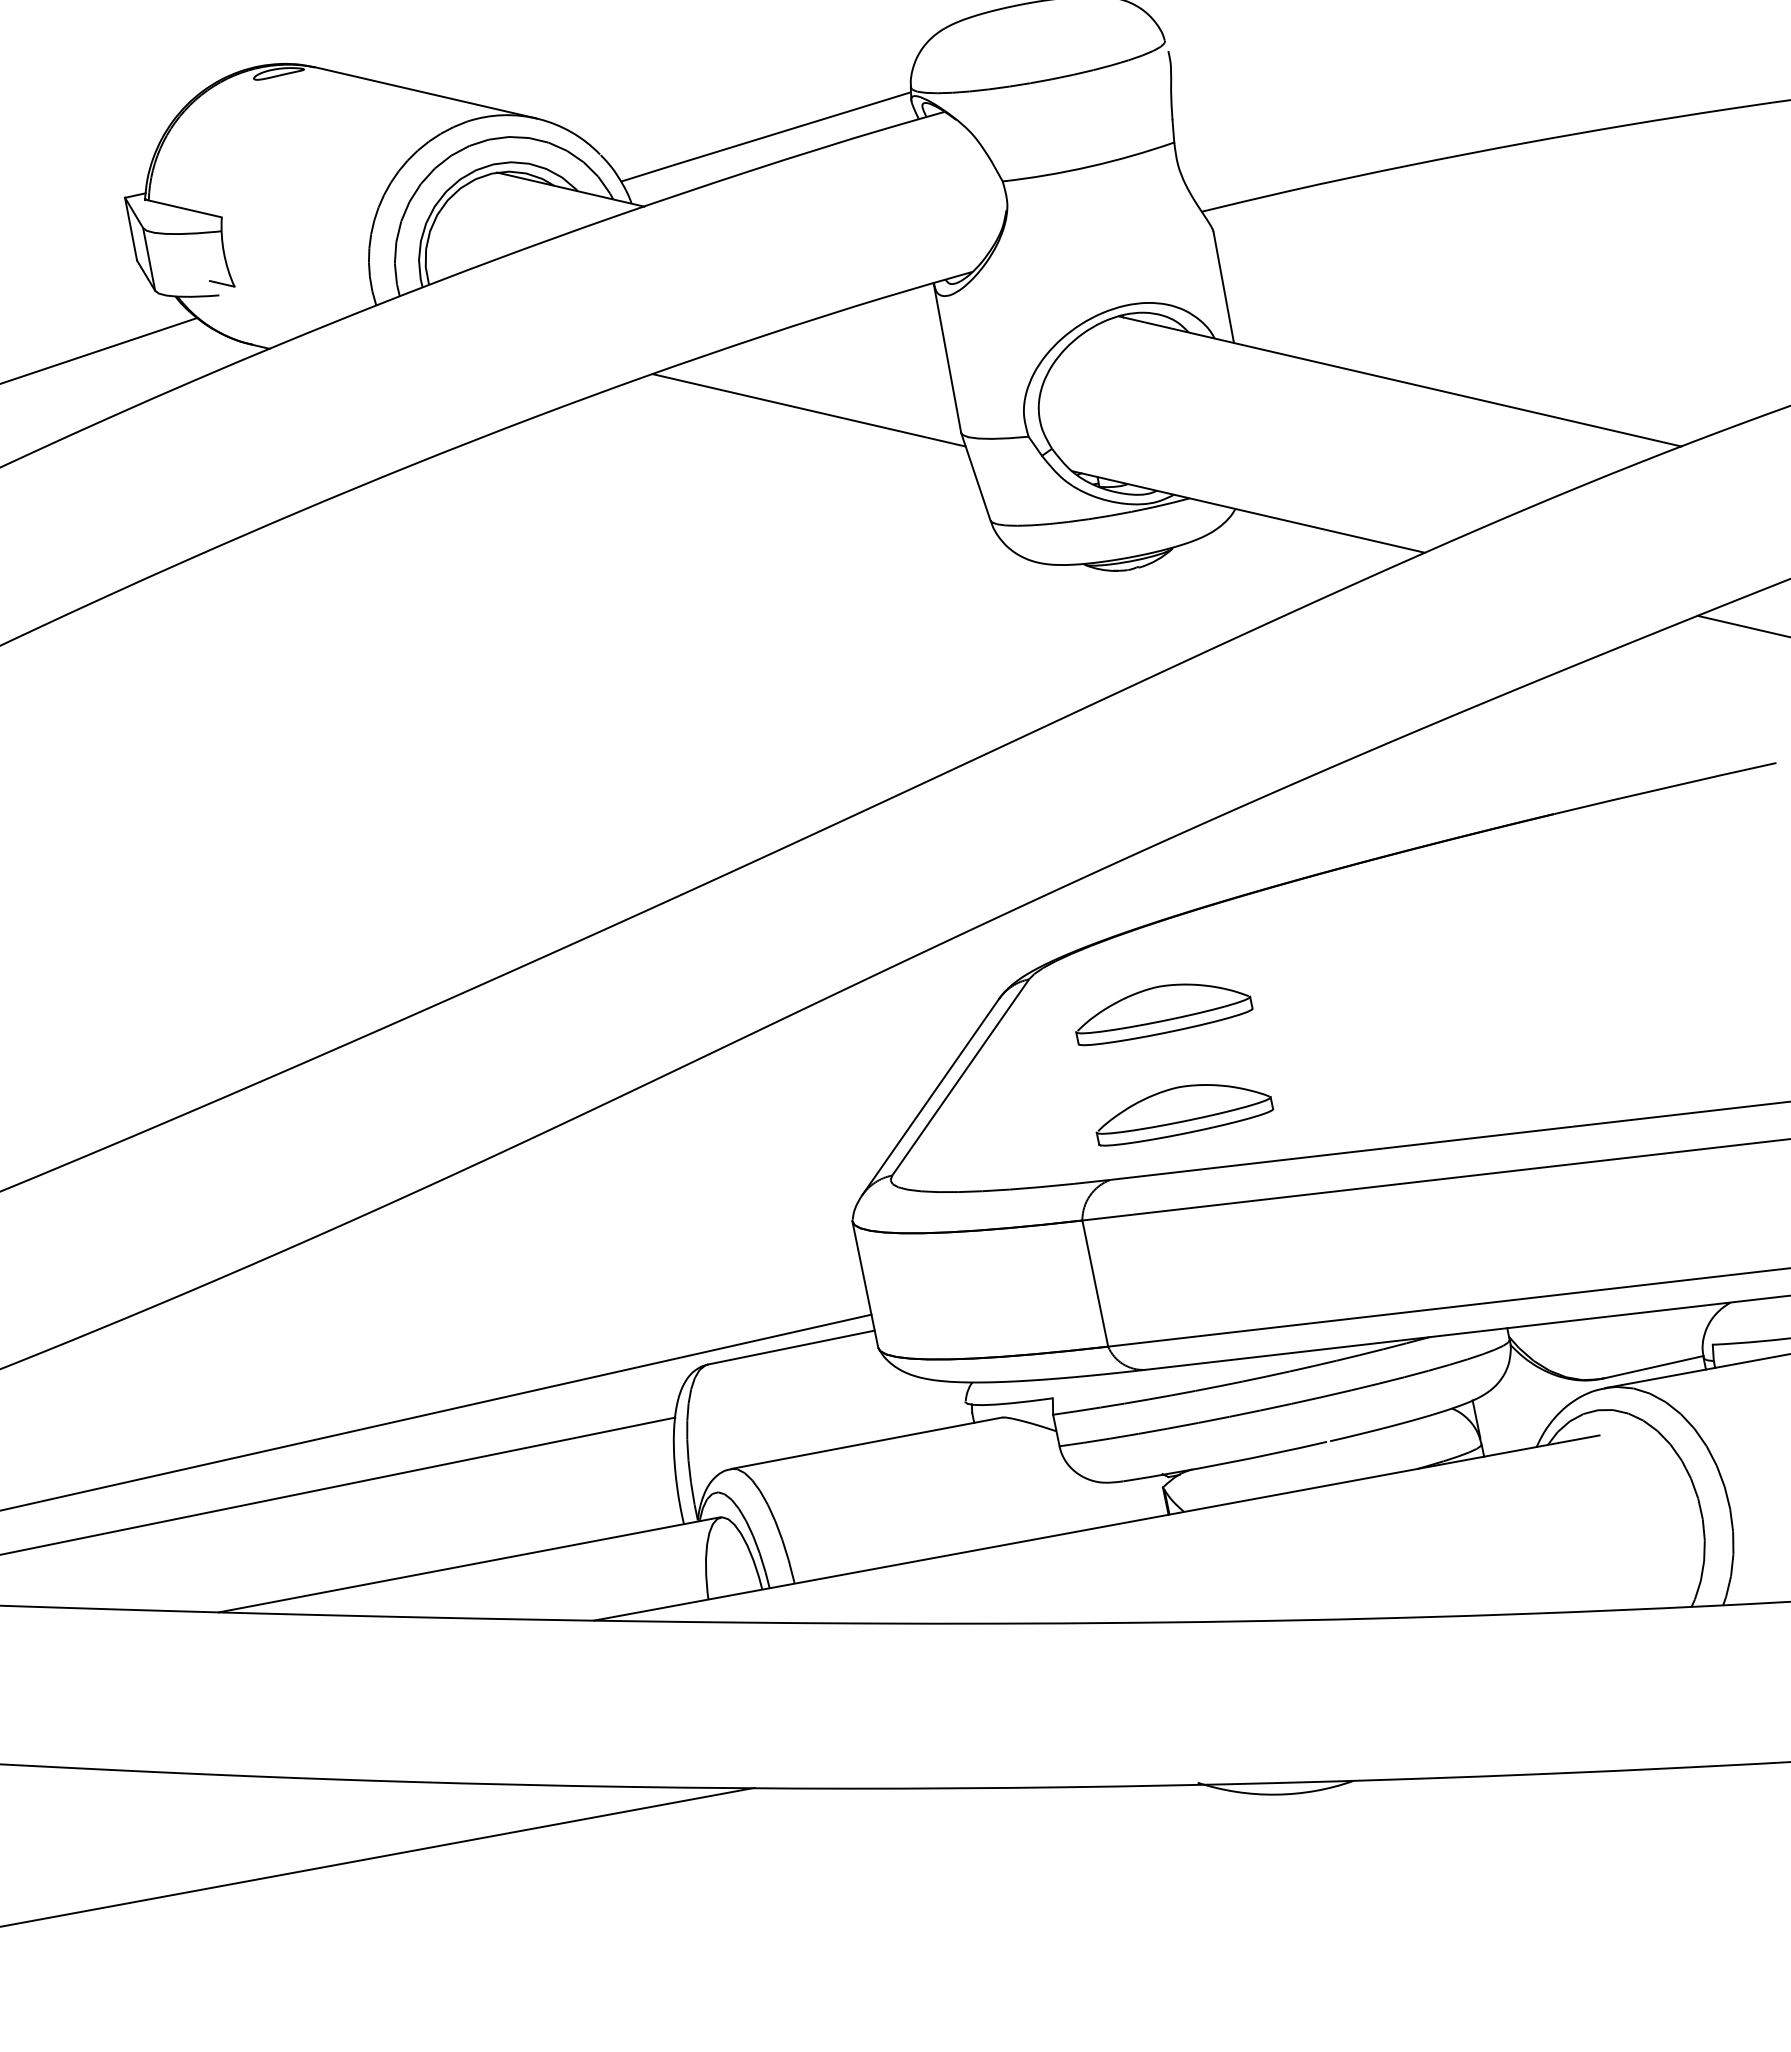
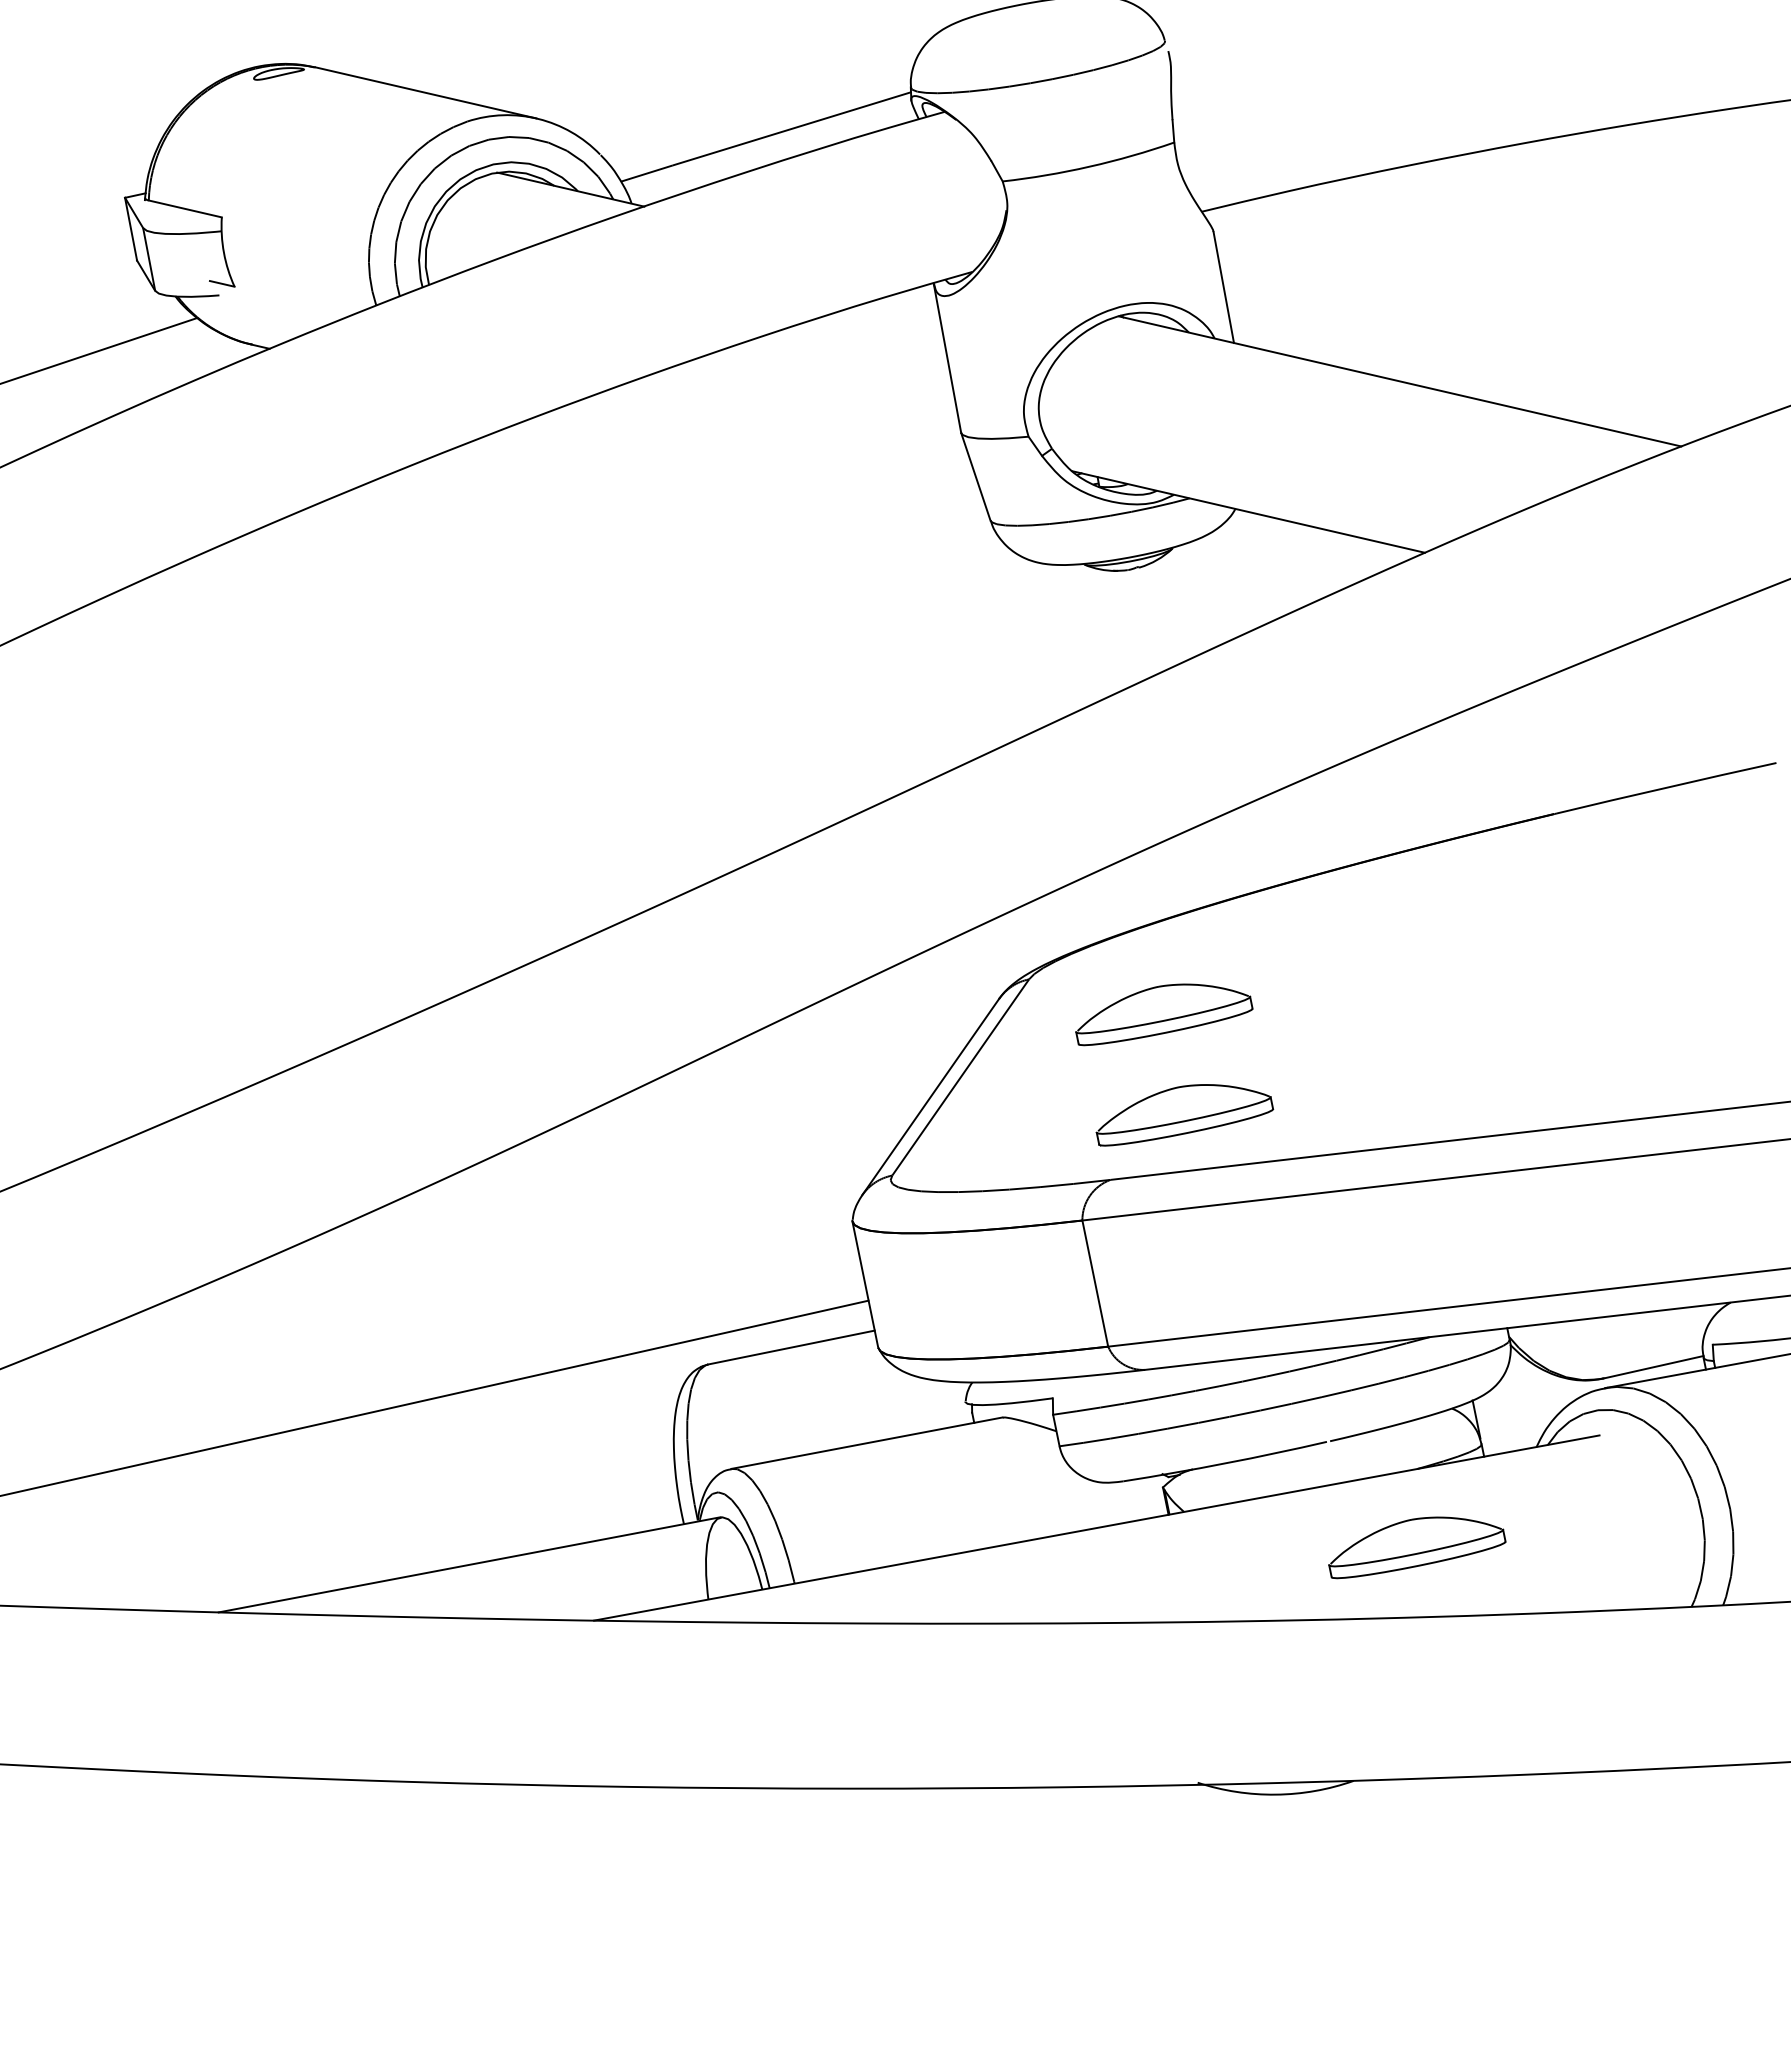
line at (808, 410): present -> none
line at (1742, 625): present -> none
line at (436, 1412) position: (436, 1412) -> (435, 1397)
line at (338, 1485): present -> none
part at (1417, 1547): none -> present
line at (378, 1856): present -> none
